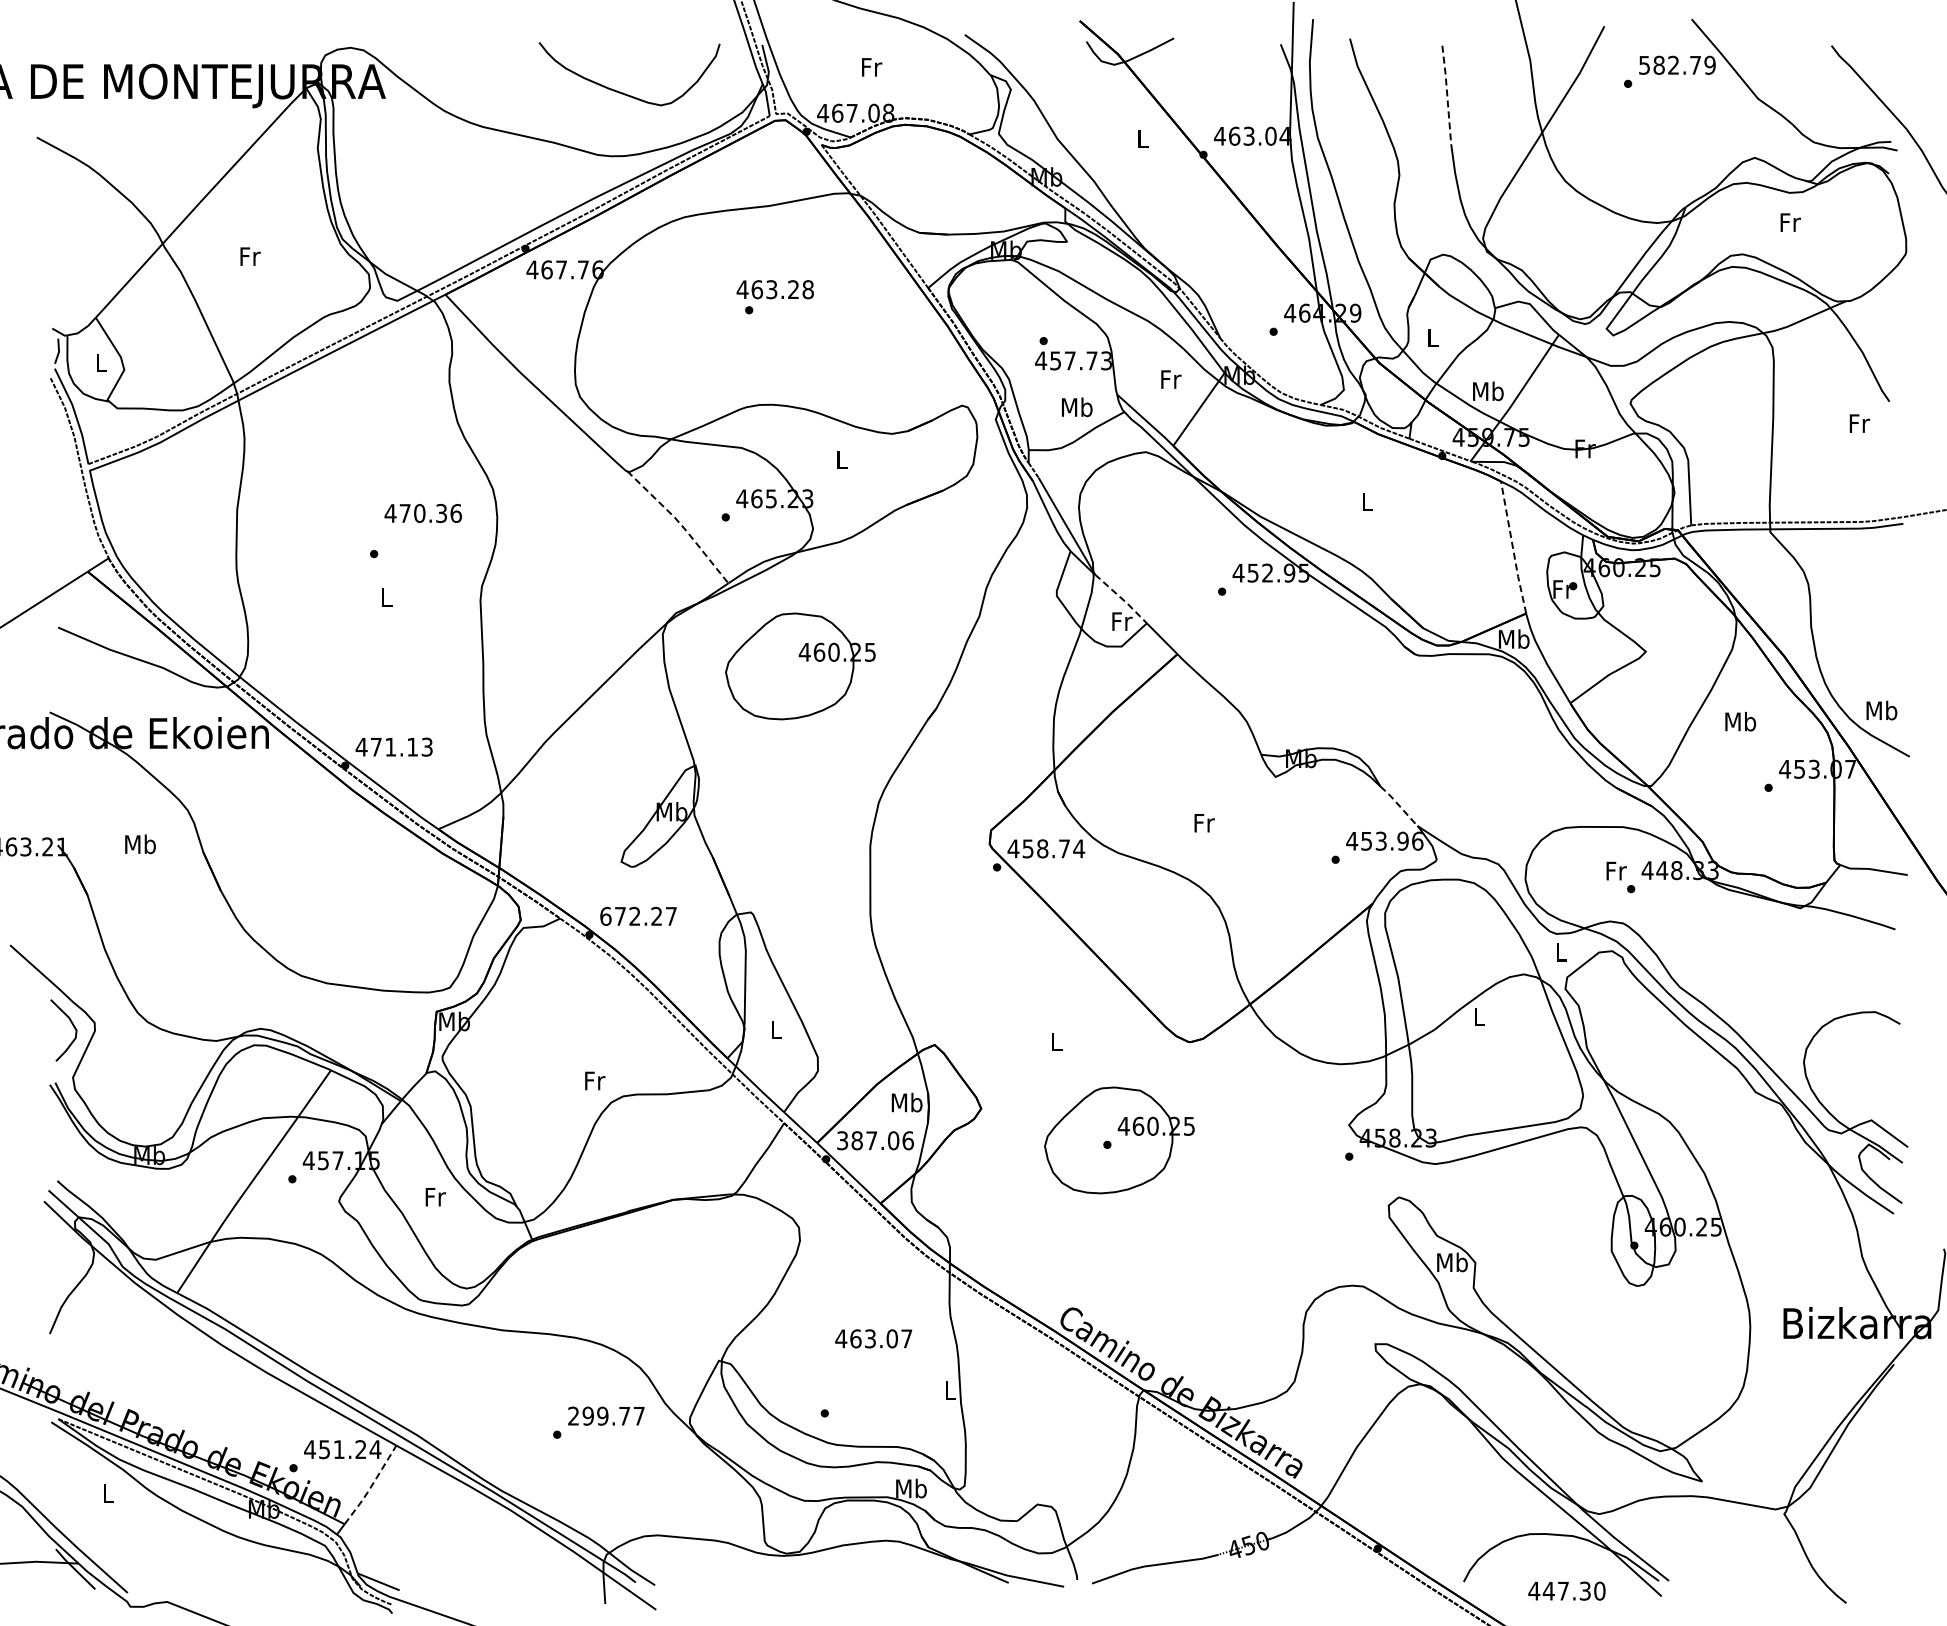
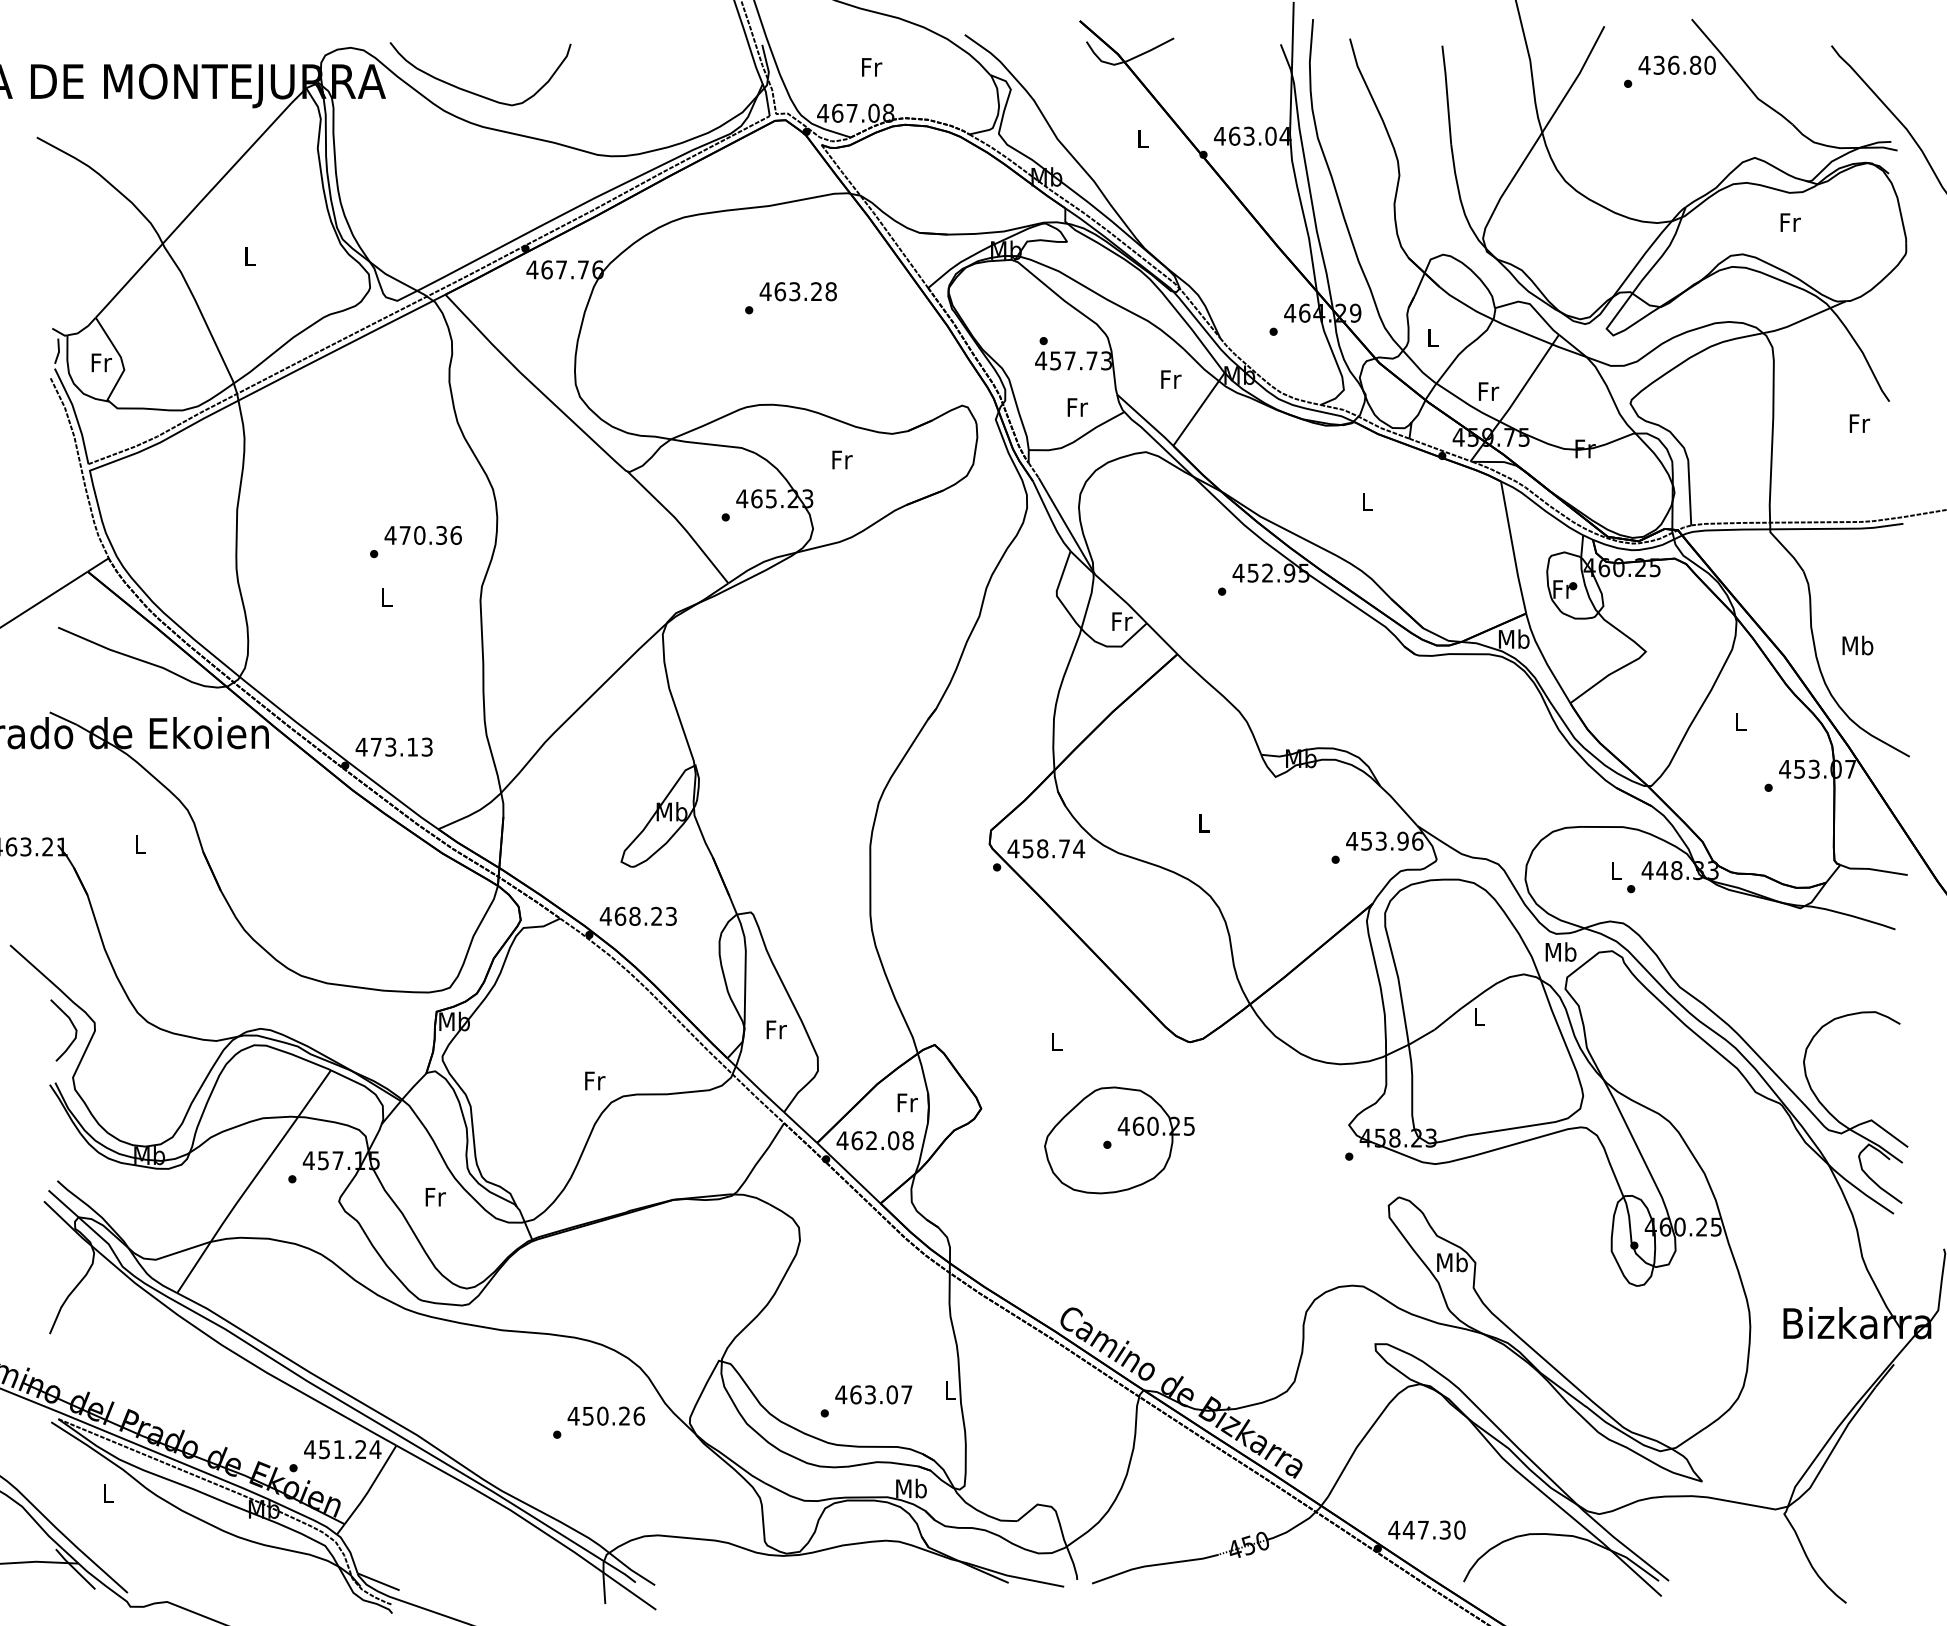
text at (1676, 64): 582.79 -> 436.80
curve at (623, 92) position: (623, 92) -> (474, 92)
line at (1447, 94): dashed -> solid
text at (250, 256): Fr -> L
text at (774, 289) position: (774, 289) -> (797, 291)
text at (101, 362): L -> Fr
text at (1488, 391): Mb -> Fr
text at (1076, 407): Mb -> Fr
text at (842, 459): L -> Fr
text at (422, 513) position: (422, 513) -> (422, 535)
line at (681, 525): dashed -> solid
line at (1513, 548): dashed -> solid
line at (1122, 599): dashed -> solid
part at (800, 666): present -> none
text at (1881, 710) position: (1881, 710) -> (1857, 645)
text at (1740, 721): Mb -> L
text at (390, 746): 471.13 -> 473.13
line at (1399, 805): dashed -> solid
text at (1204, 823): Fr -> L
text at (140, 844): Mb -> L
text at (1616, 870): Fr -> L
text at (637, 915): 672.27 -> 468.23
text at (1560, 951): L -> Mb
text at (776, 1029): L -> Fr
text at (906, 1102): Mb -> Fr
text at (874, 1140): 387.06 -> 462.08
text at (873, 1338) position: (873, 1338) -> (873, 1394)
text at (606, 1415): 299.77 -> 450.26
line at (370, 1487): dashed -> solid
text at (1566, 1590) position: (1566, 1590) -> (1426, 1529)
